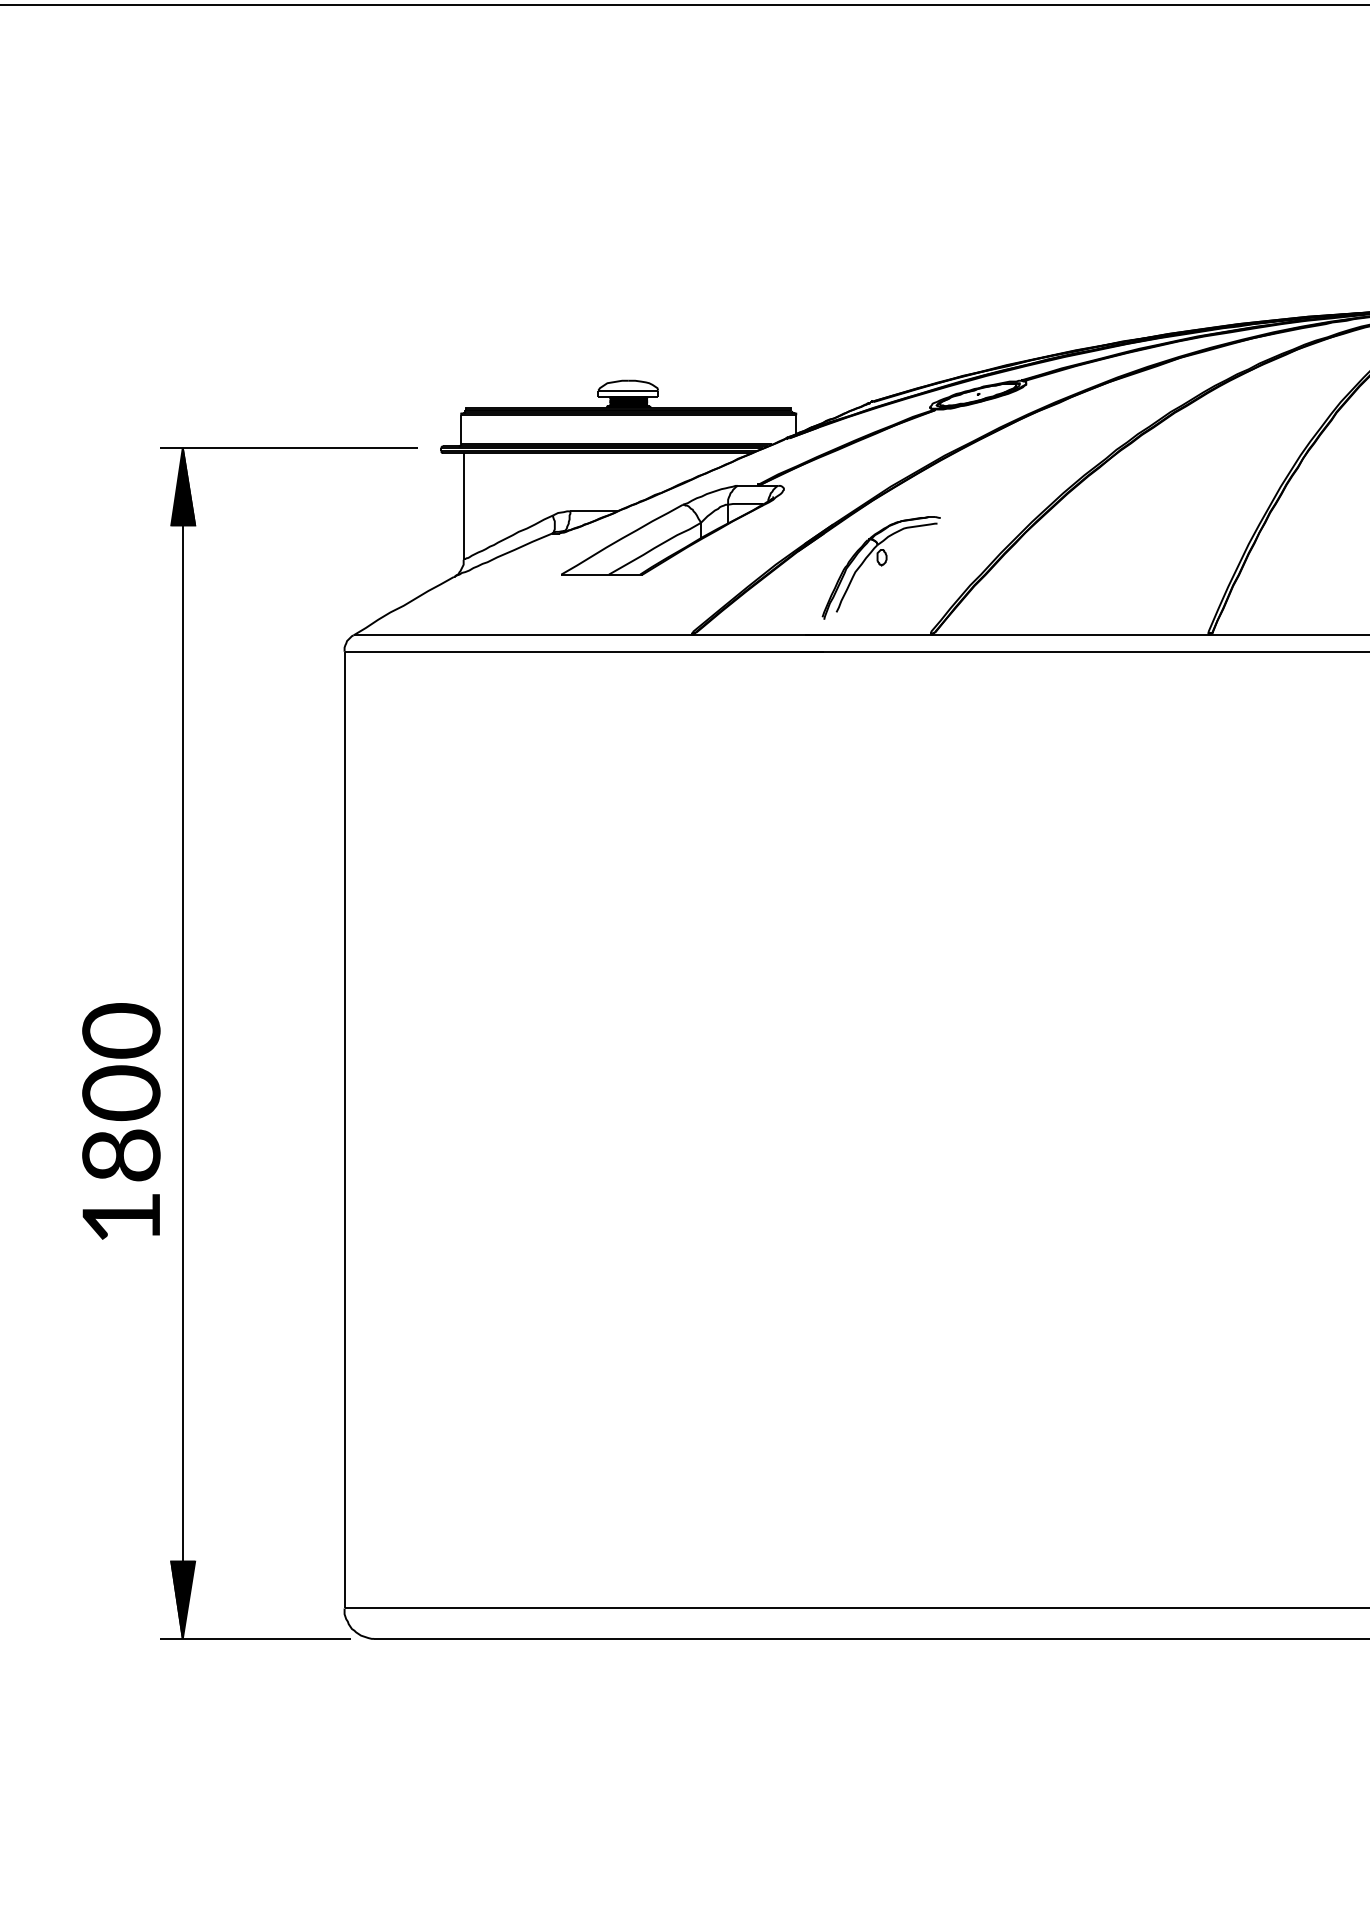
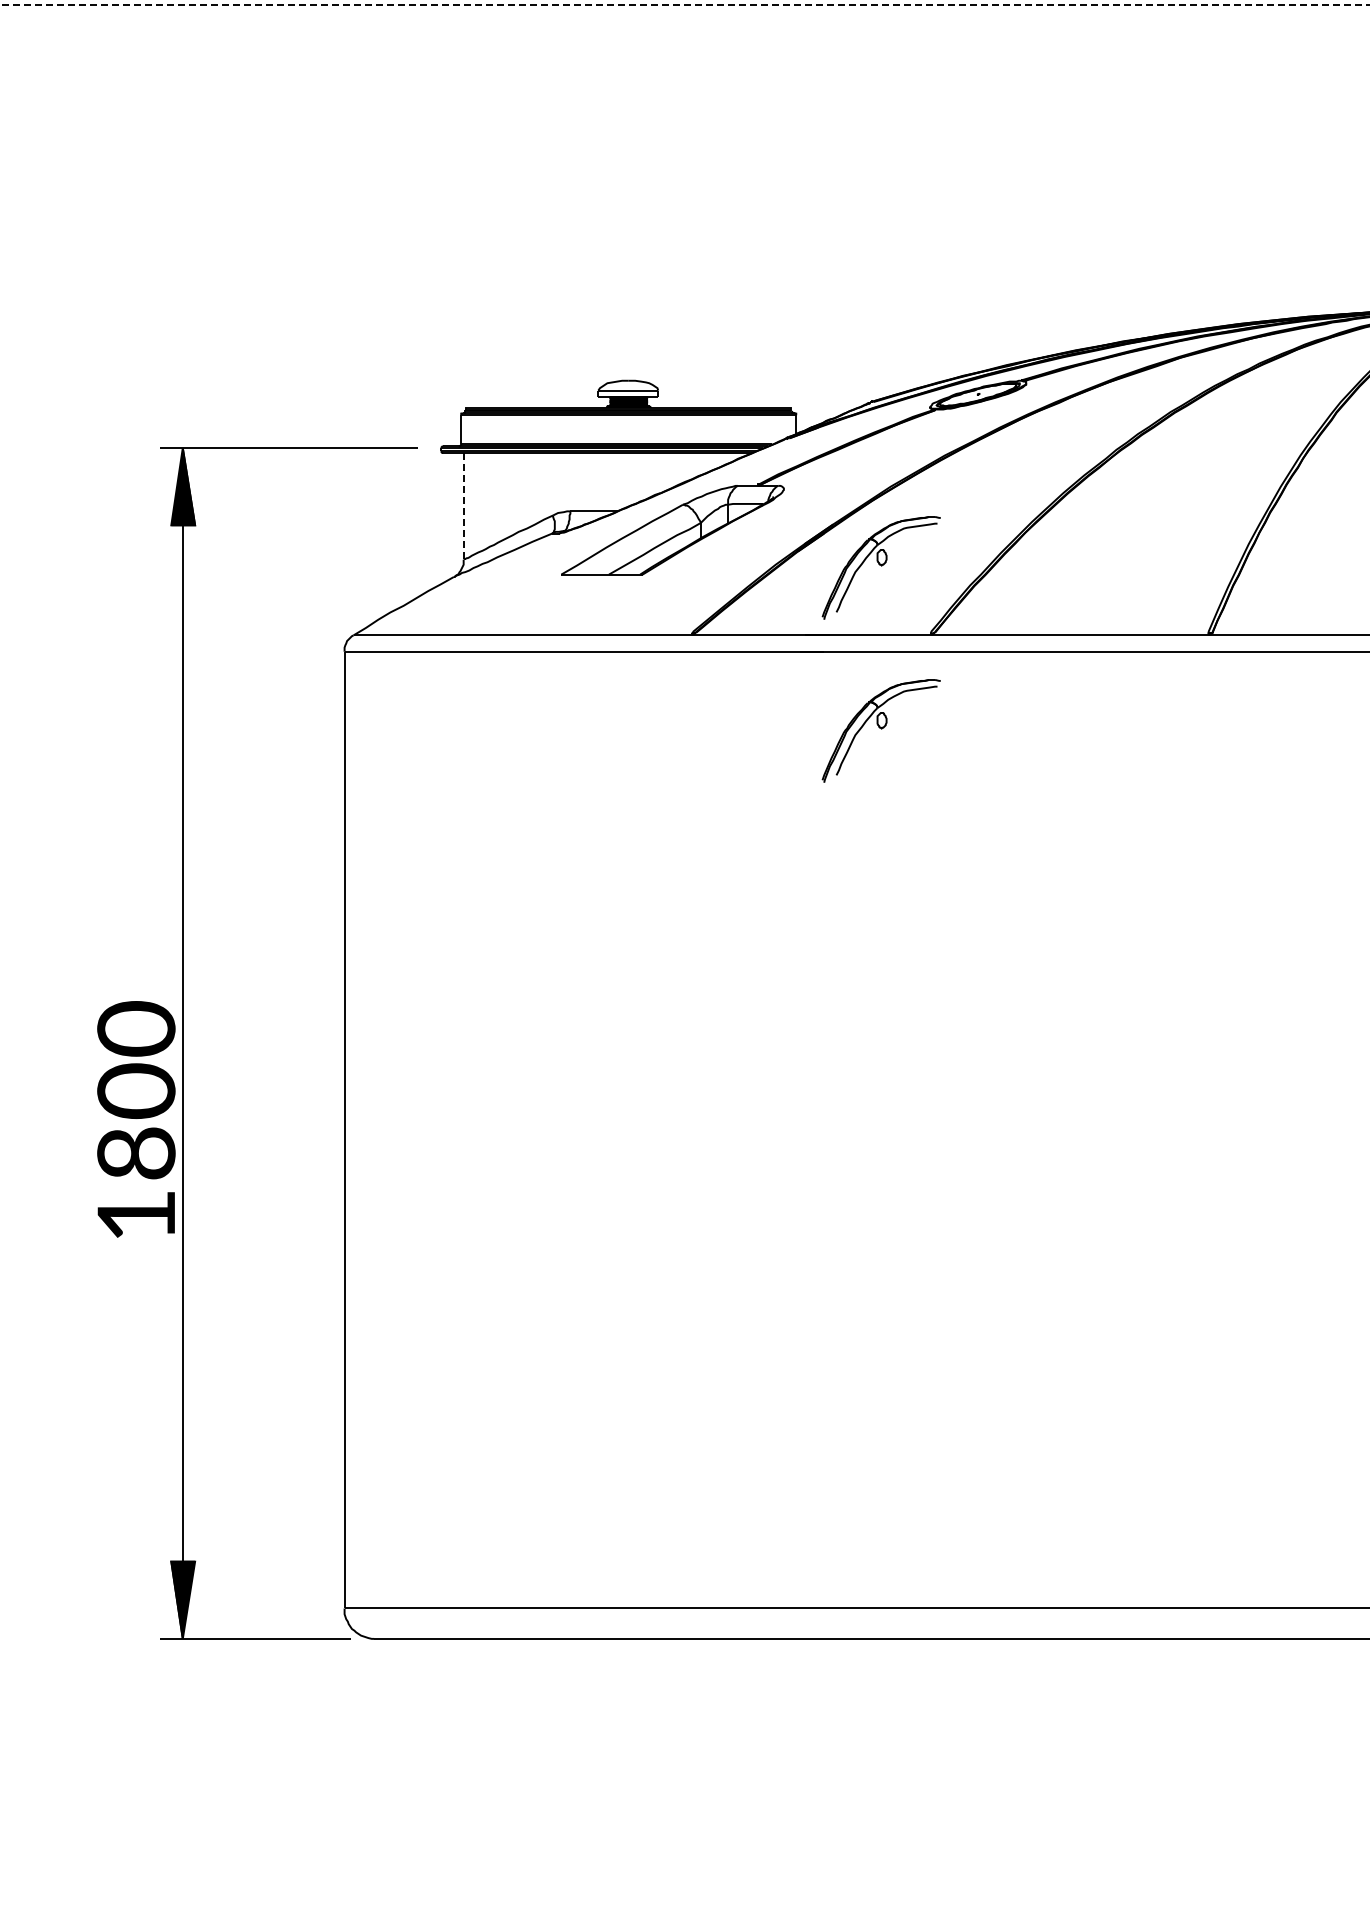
line at (684, 5): solid -> dashed
line at (463, 506): solid -> dashed
part at (880, 730): none -> present
text at (121, 1121) position: (121, 1121) -> (136, 1119)
